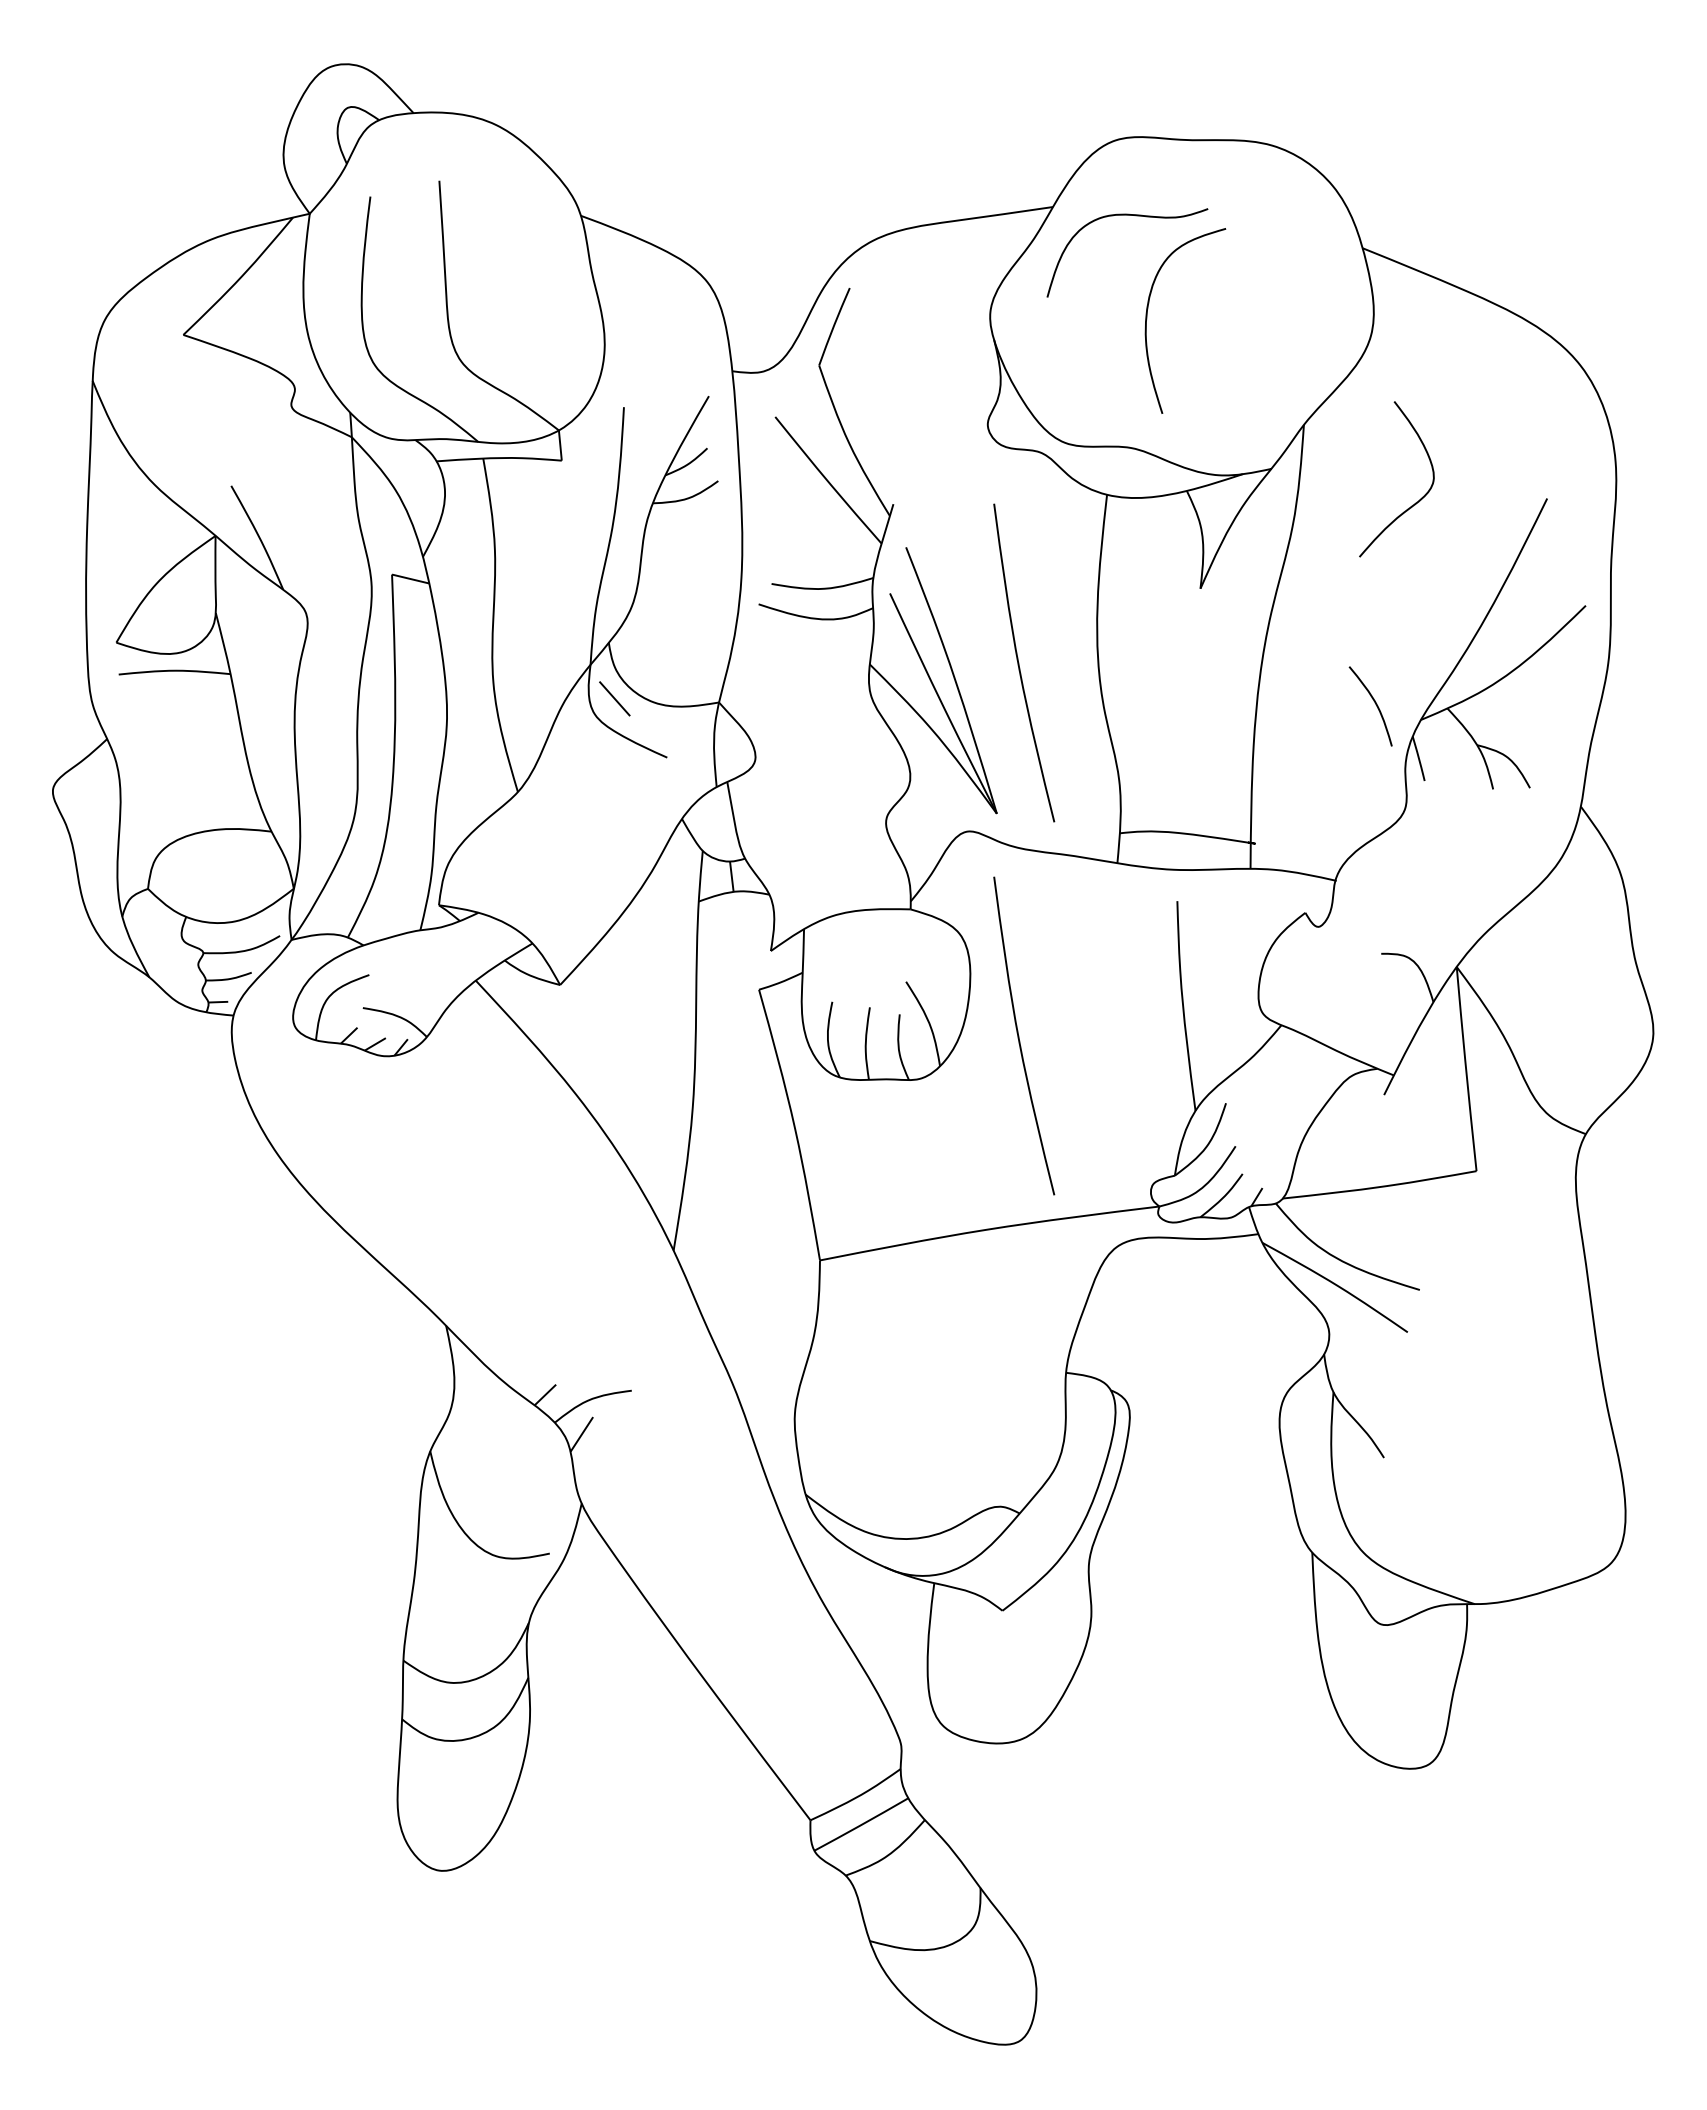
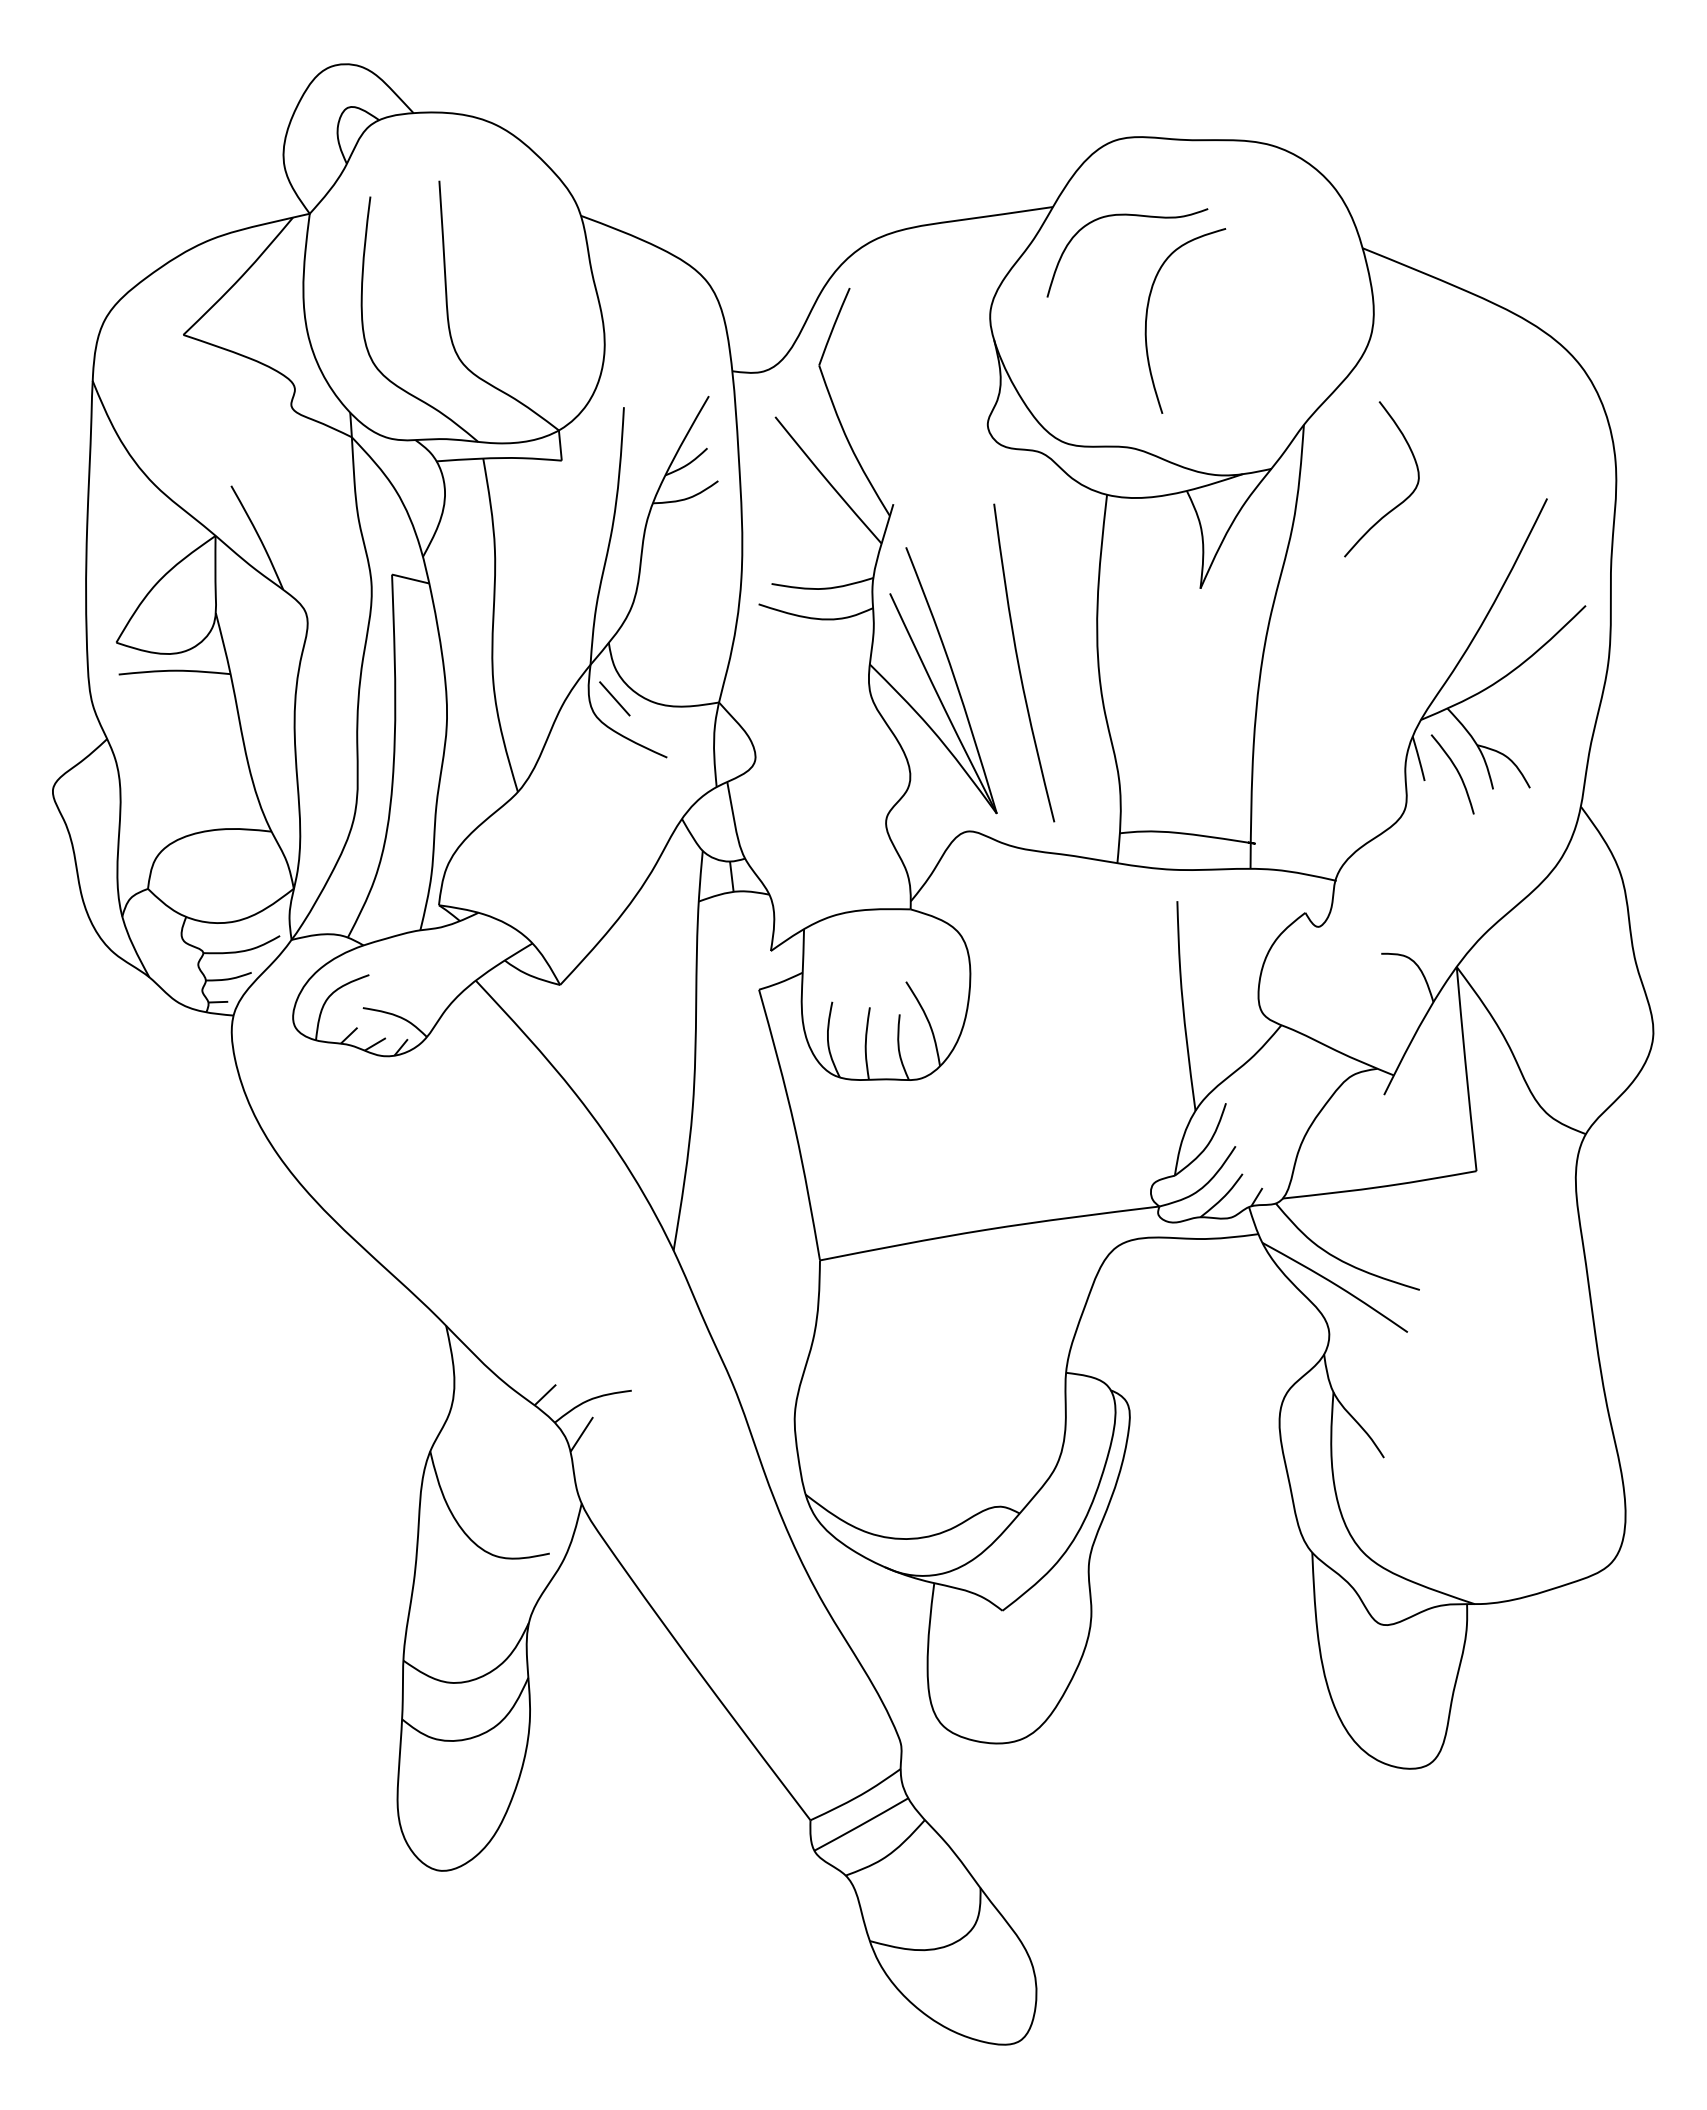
curve at (1415, 502) position: (1415, 502) -> (1400, 502)
curve at (1375, 704) position: (1375, 704) -> (1457, 772)
curve at (1019, 1035): present -> none
